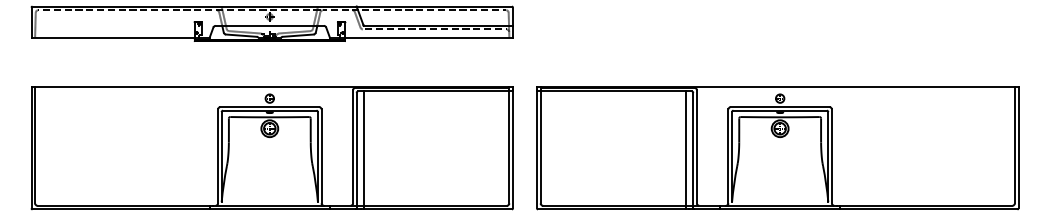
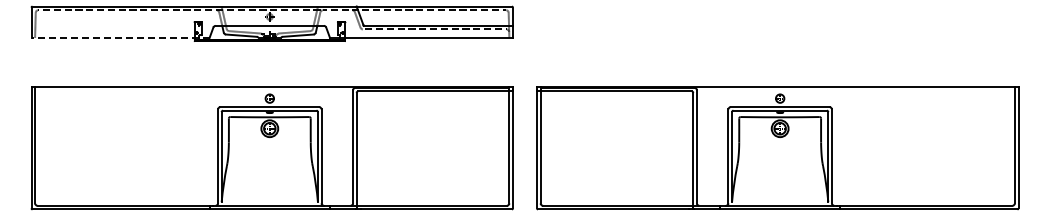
line at (120, 37): solid -> dashed
line at (363, 150): present -> none
line at (686, 150): present -> none
